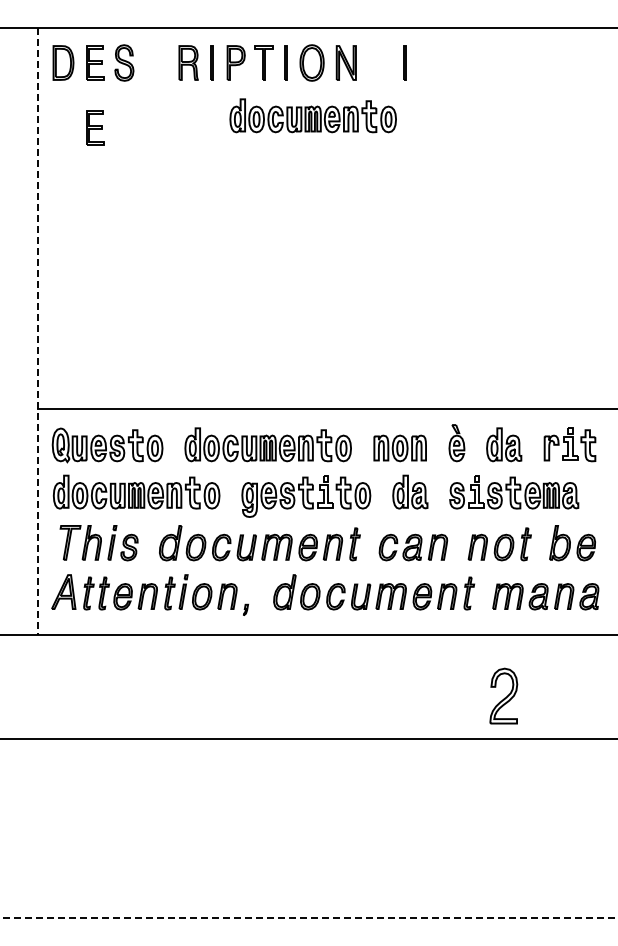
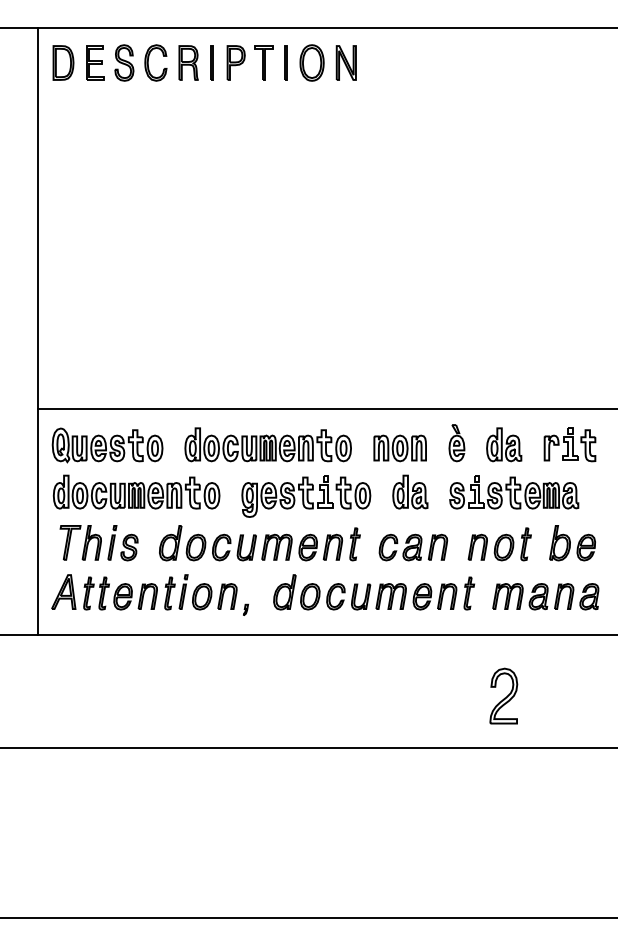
part at (148, 62): none -> present
line at (404, 62): present -> none
part at (312, 115): present -> none
part at (95, 127): present -> none
line at (38, 332): dashed -> solid
line at (308, 739) position: (308, 739) -> (308, 748)
line at (309, 917): dashed -> solid
